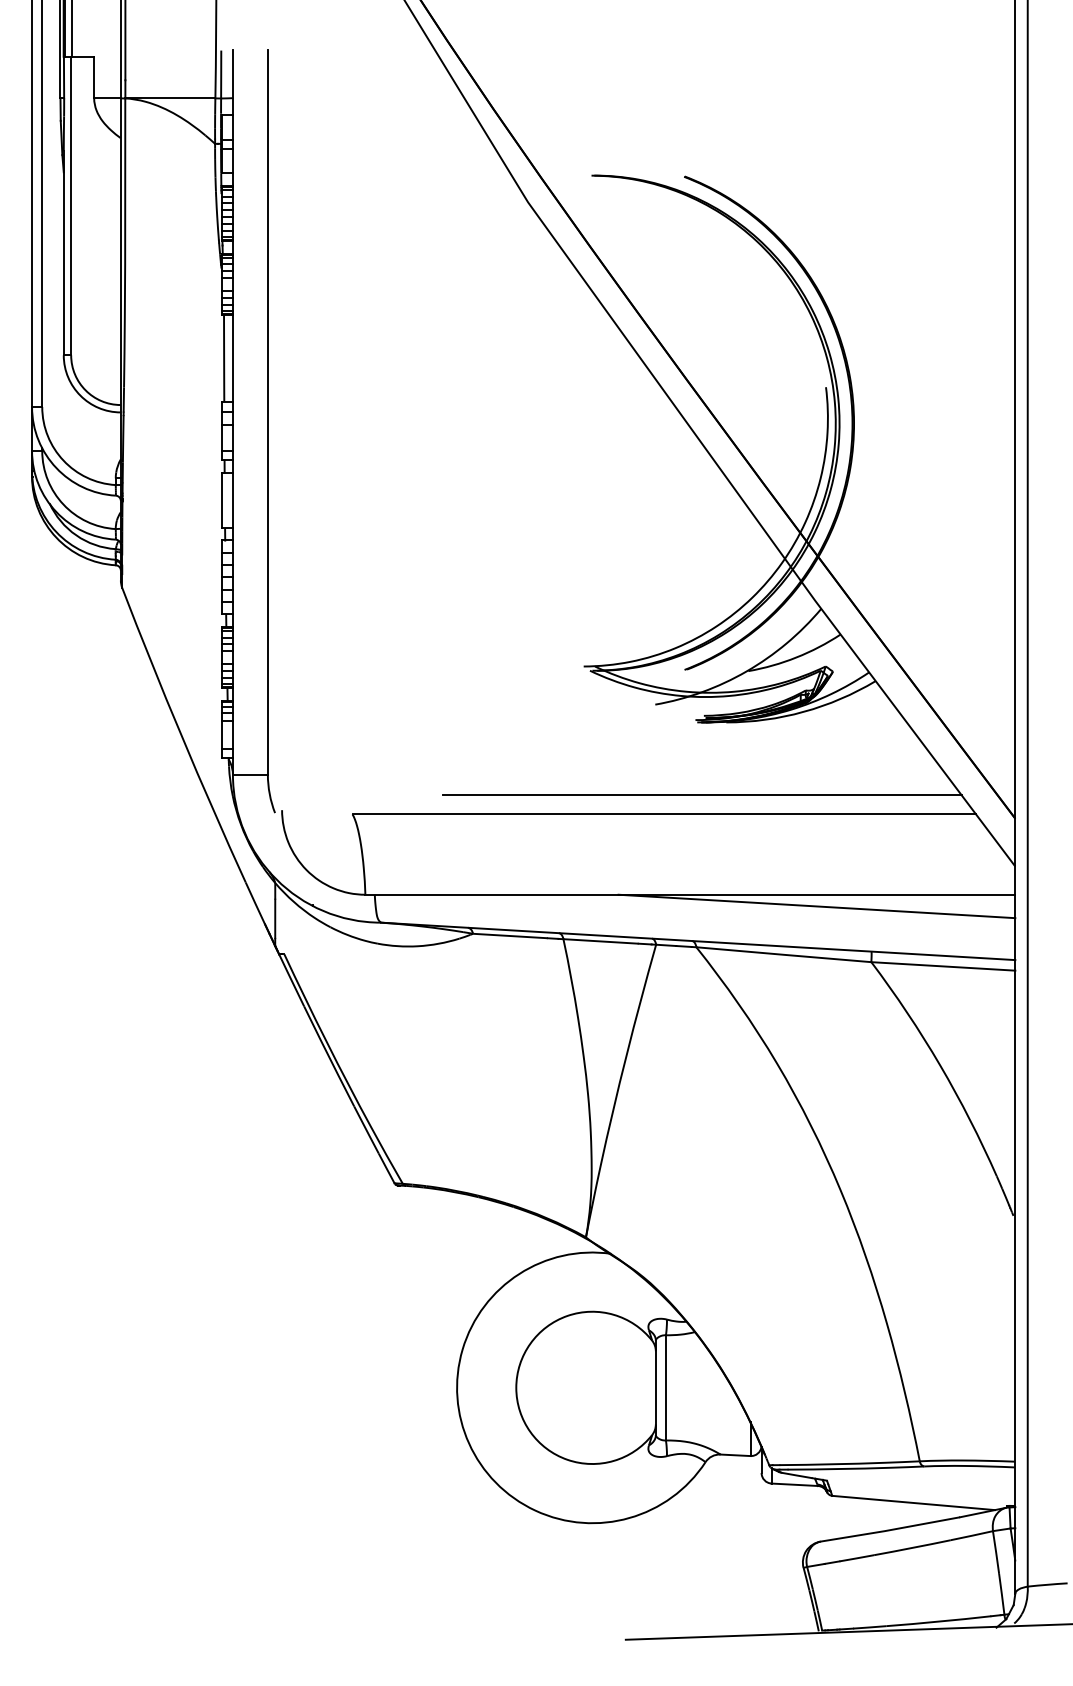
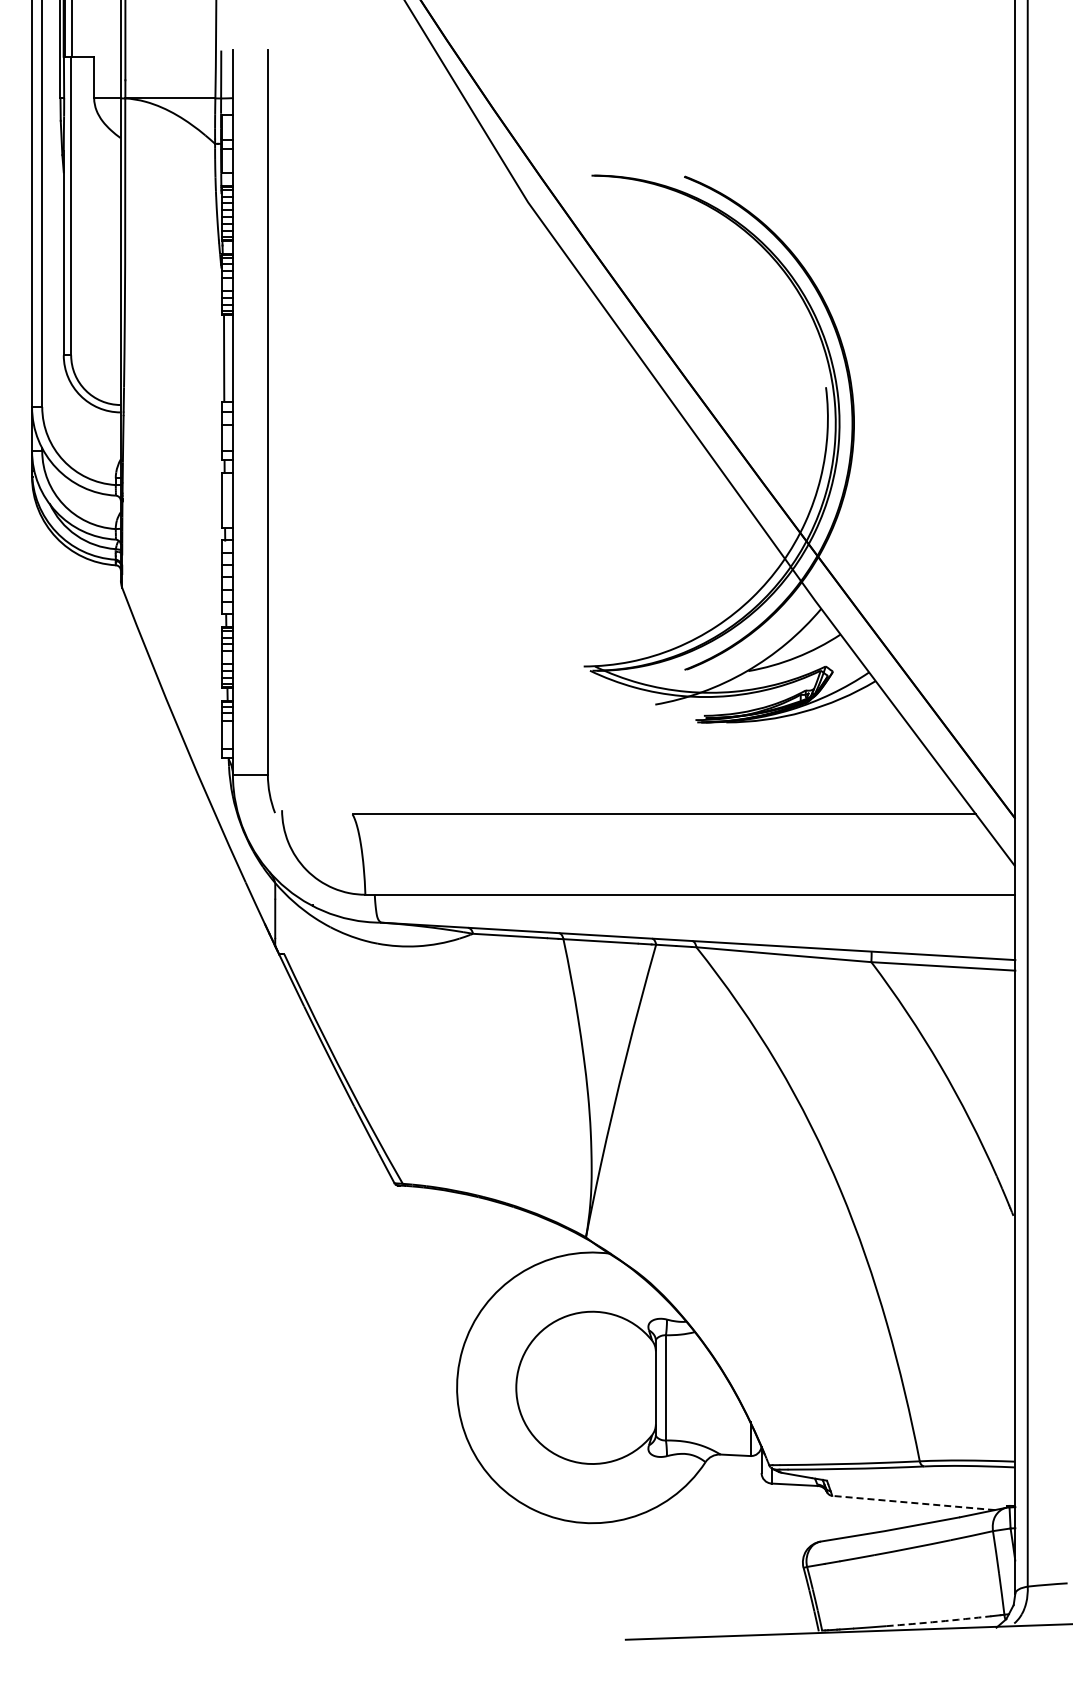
line at (702, 795): present -> none
line at (816, 906): present -> none
line at (913, 1502): solid -> dashed
arc at (939, 1621): solid -> dashed
